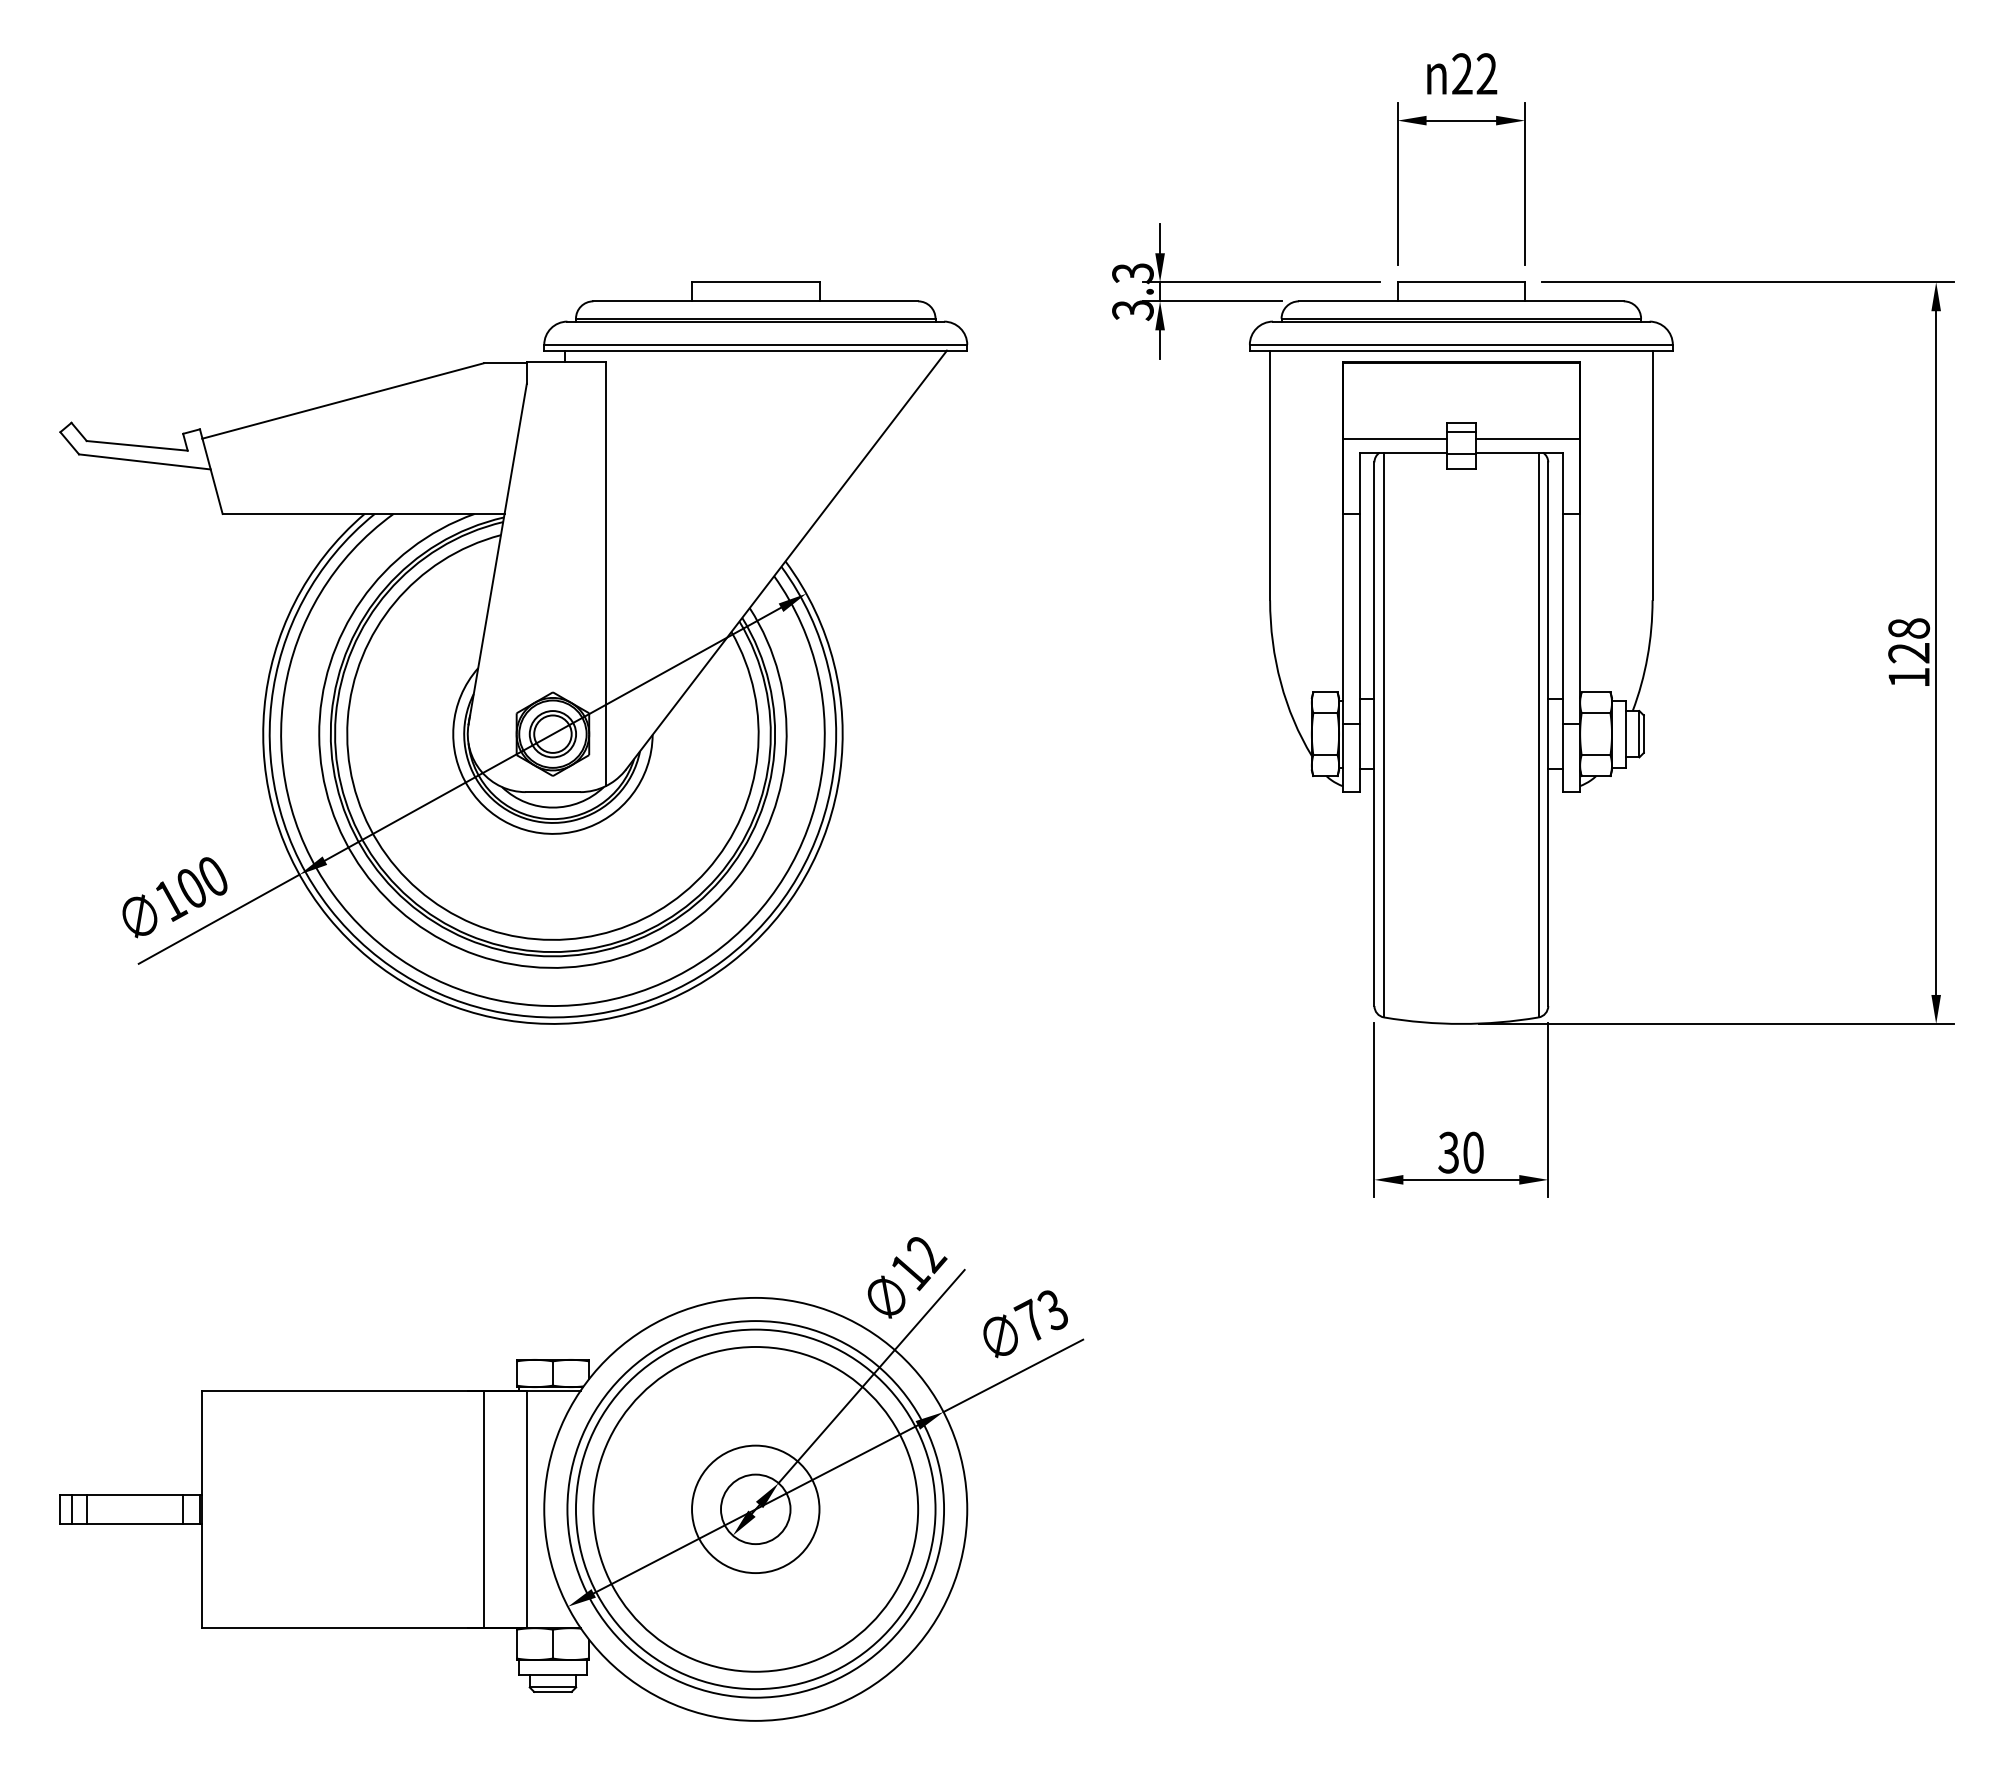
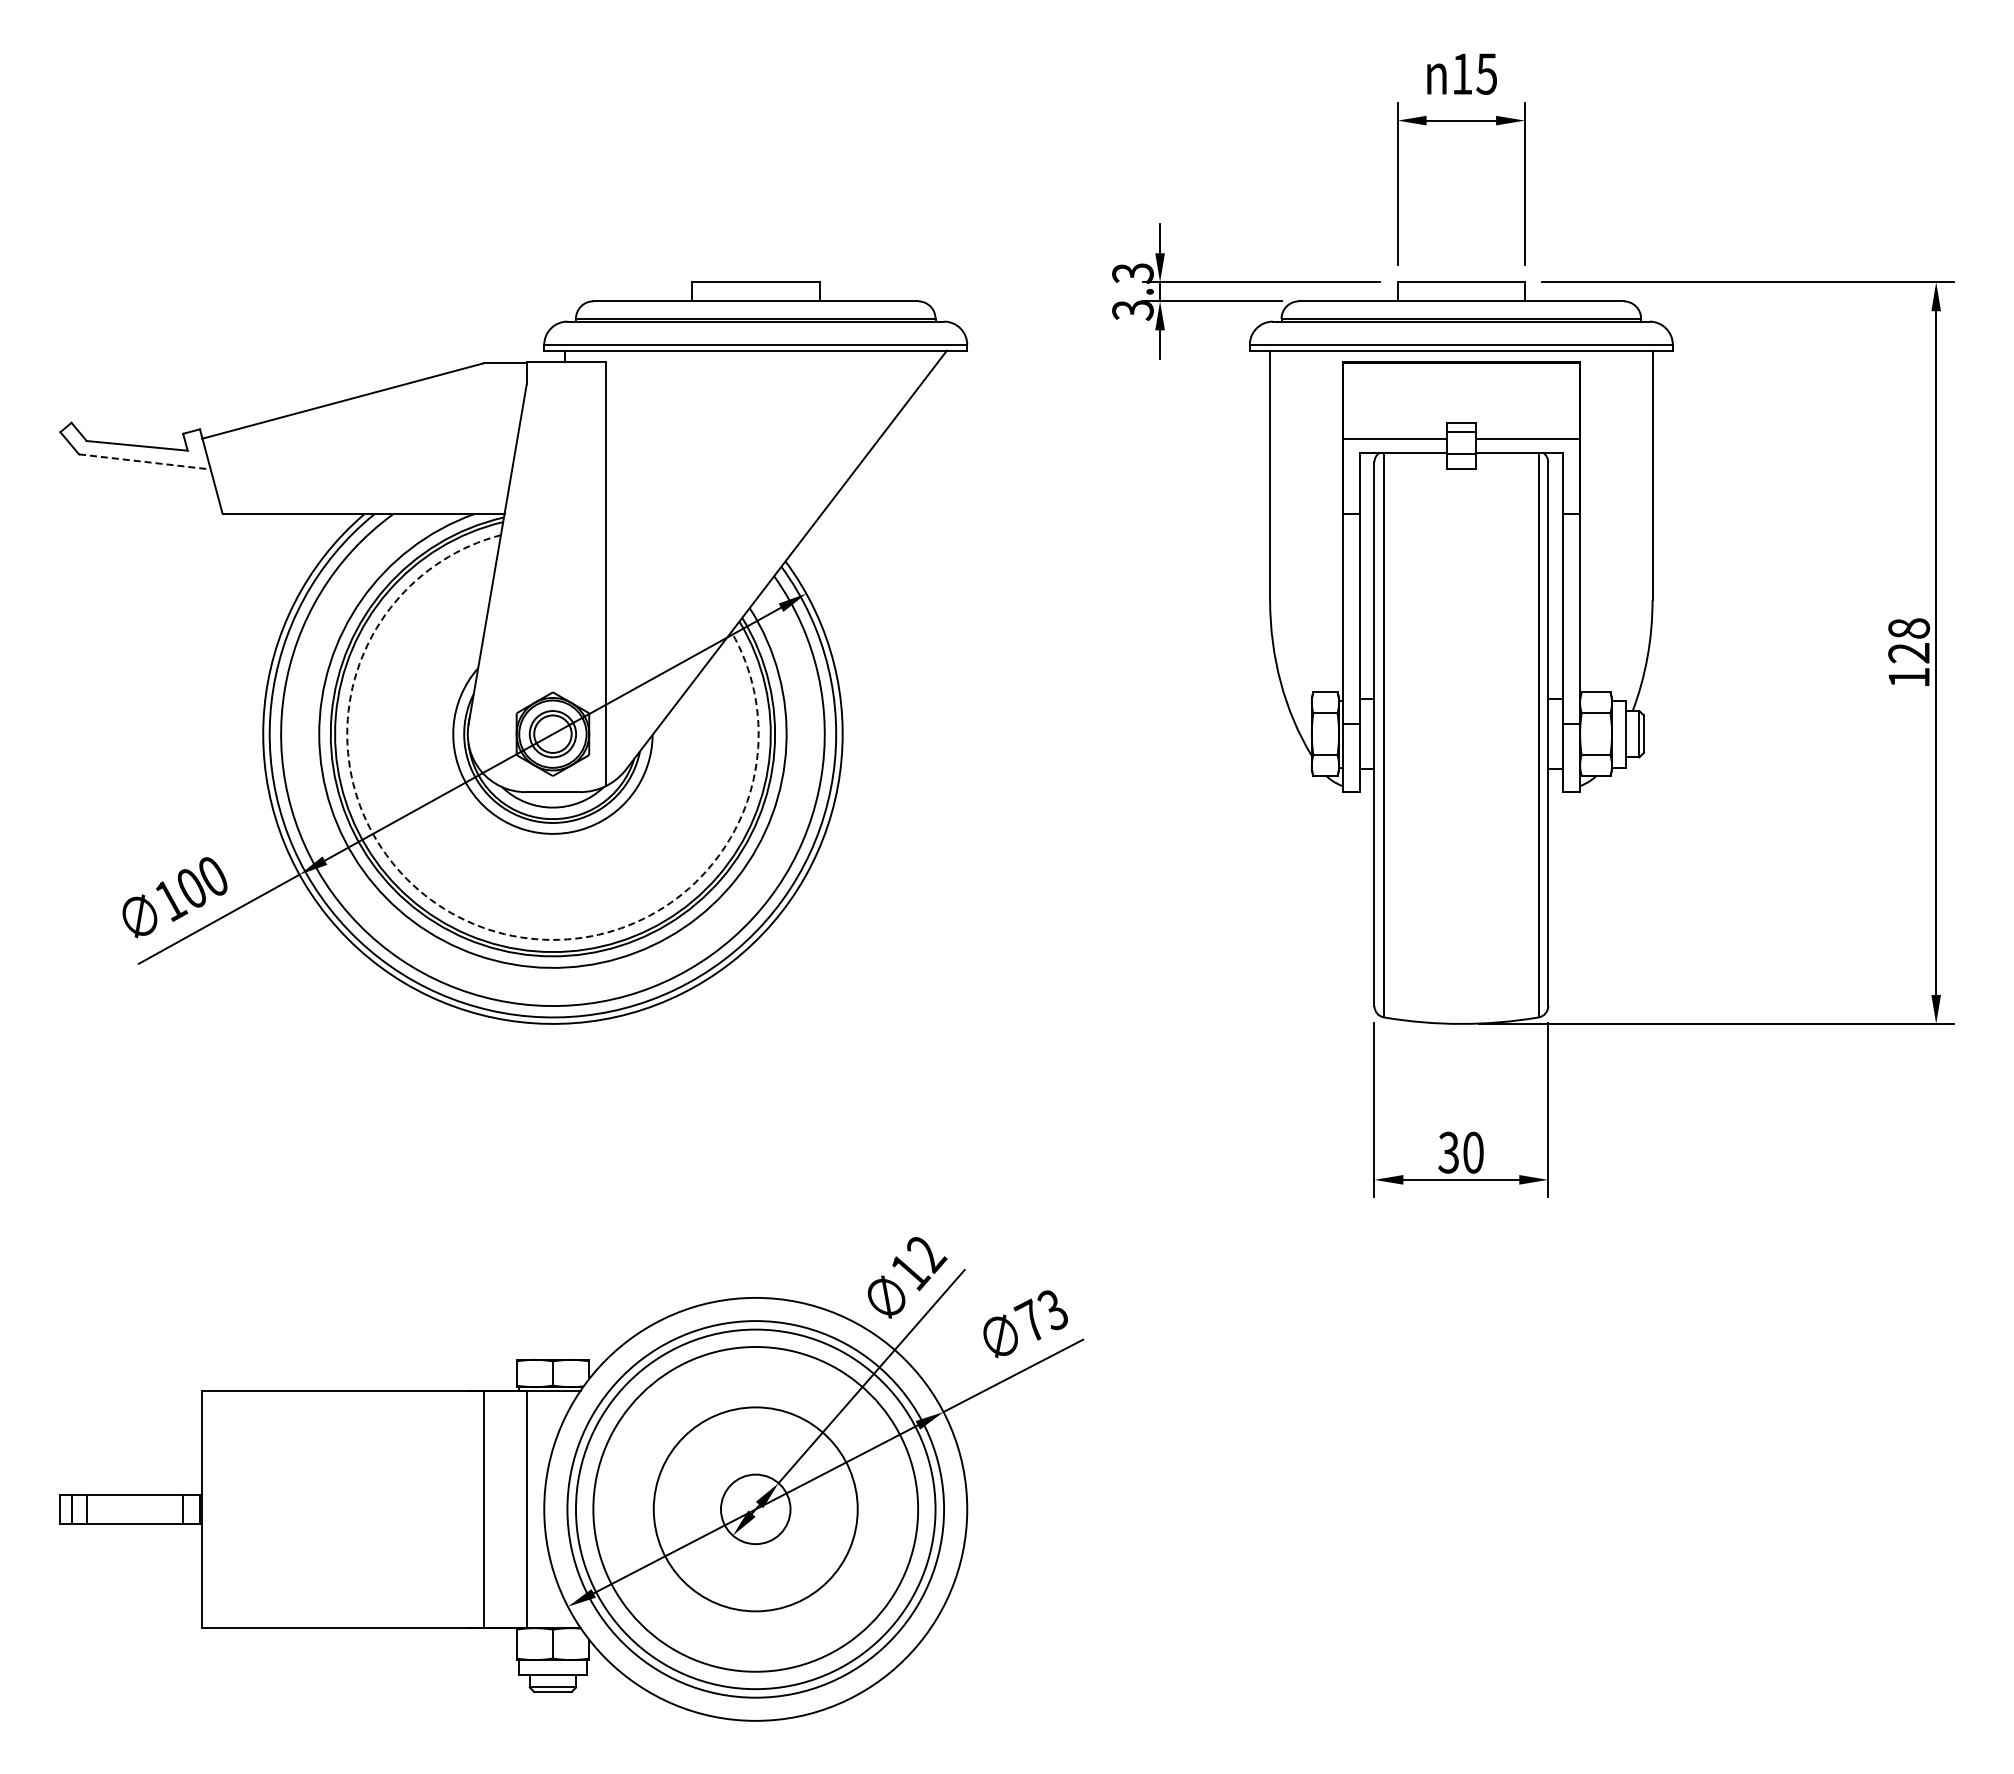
text at (1474, 73): 22 -> 15
line at (145, 461): solid -> dashed
arc at (473, 923): solid -> dashed
circle at (755, 1509) diameter: 127 px -> 204 px
